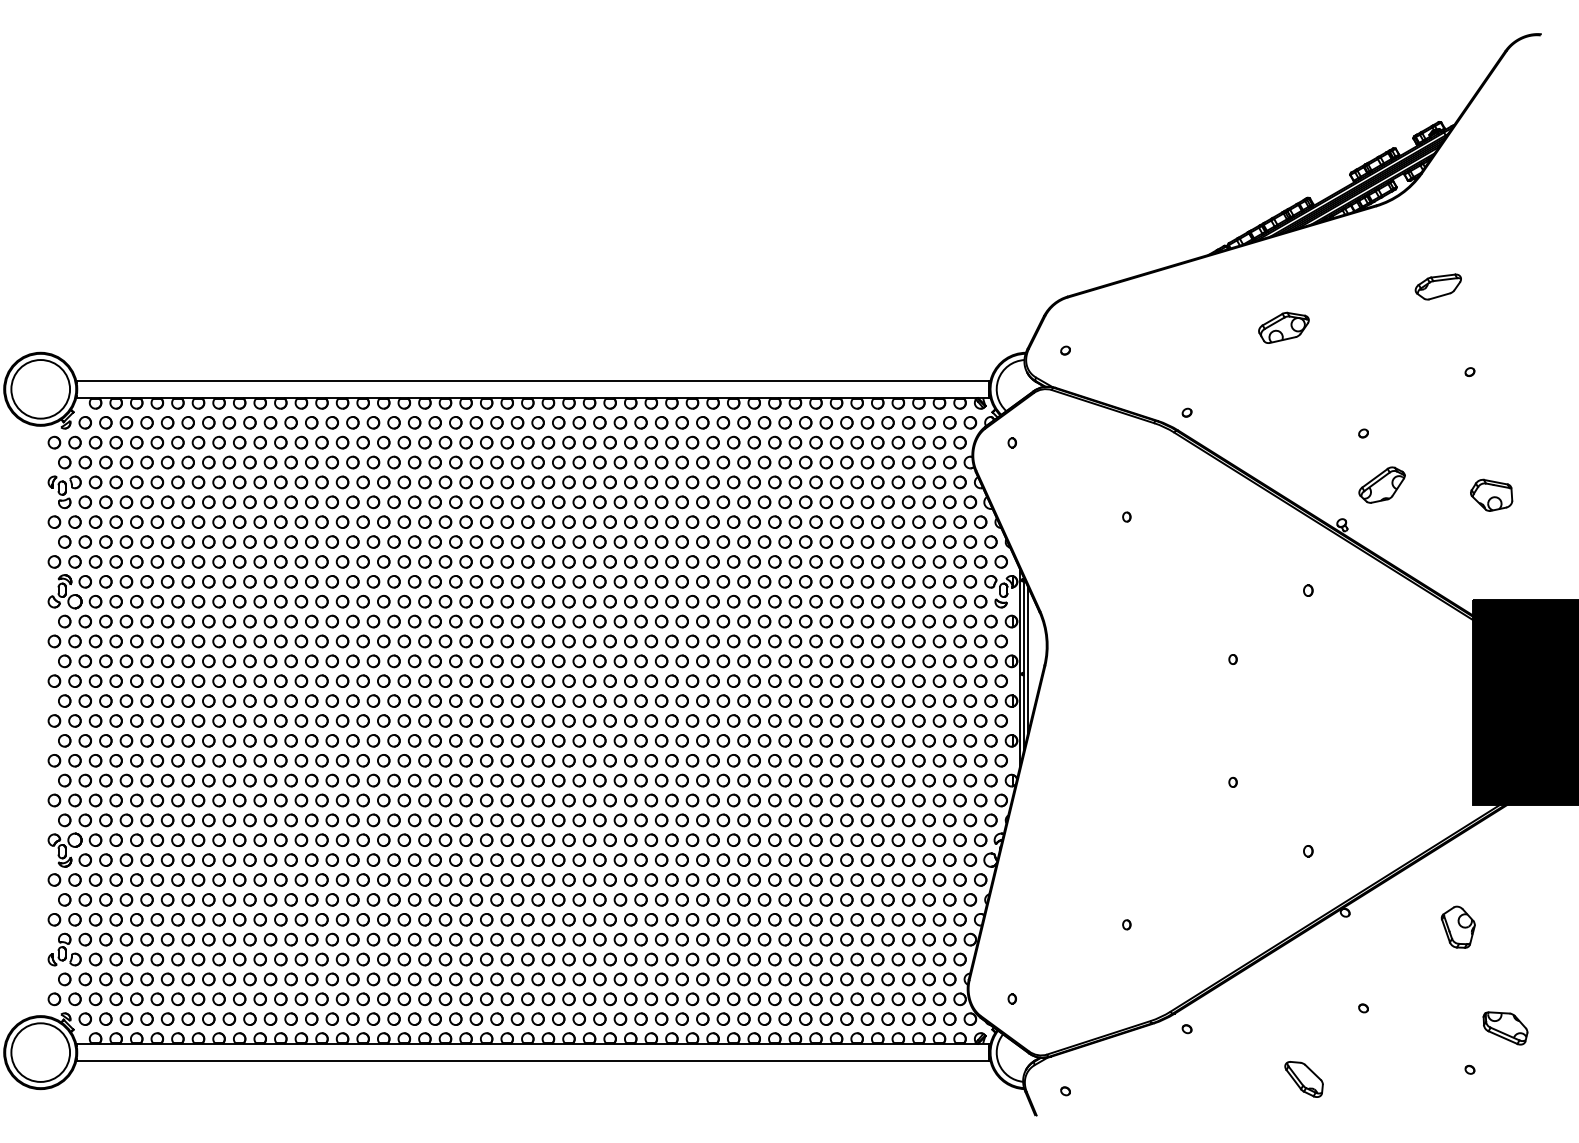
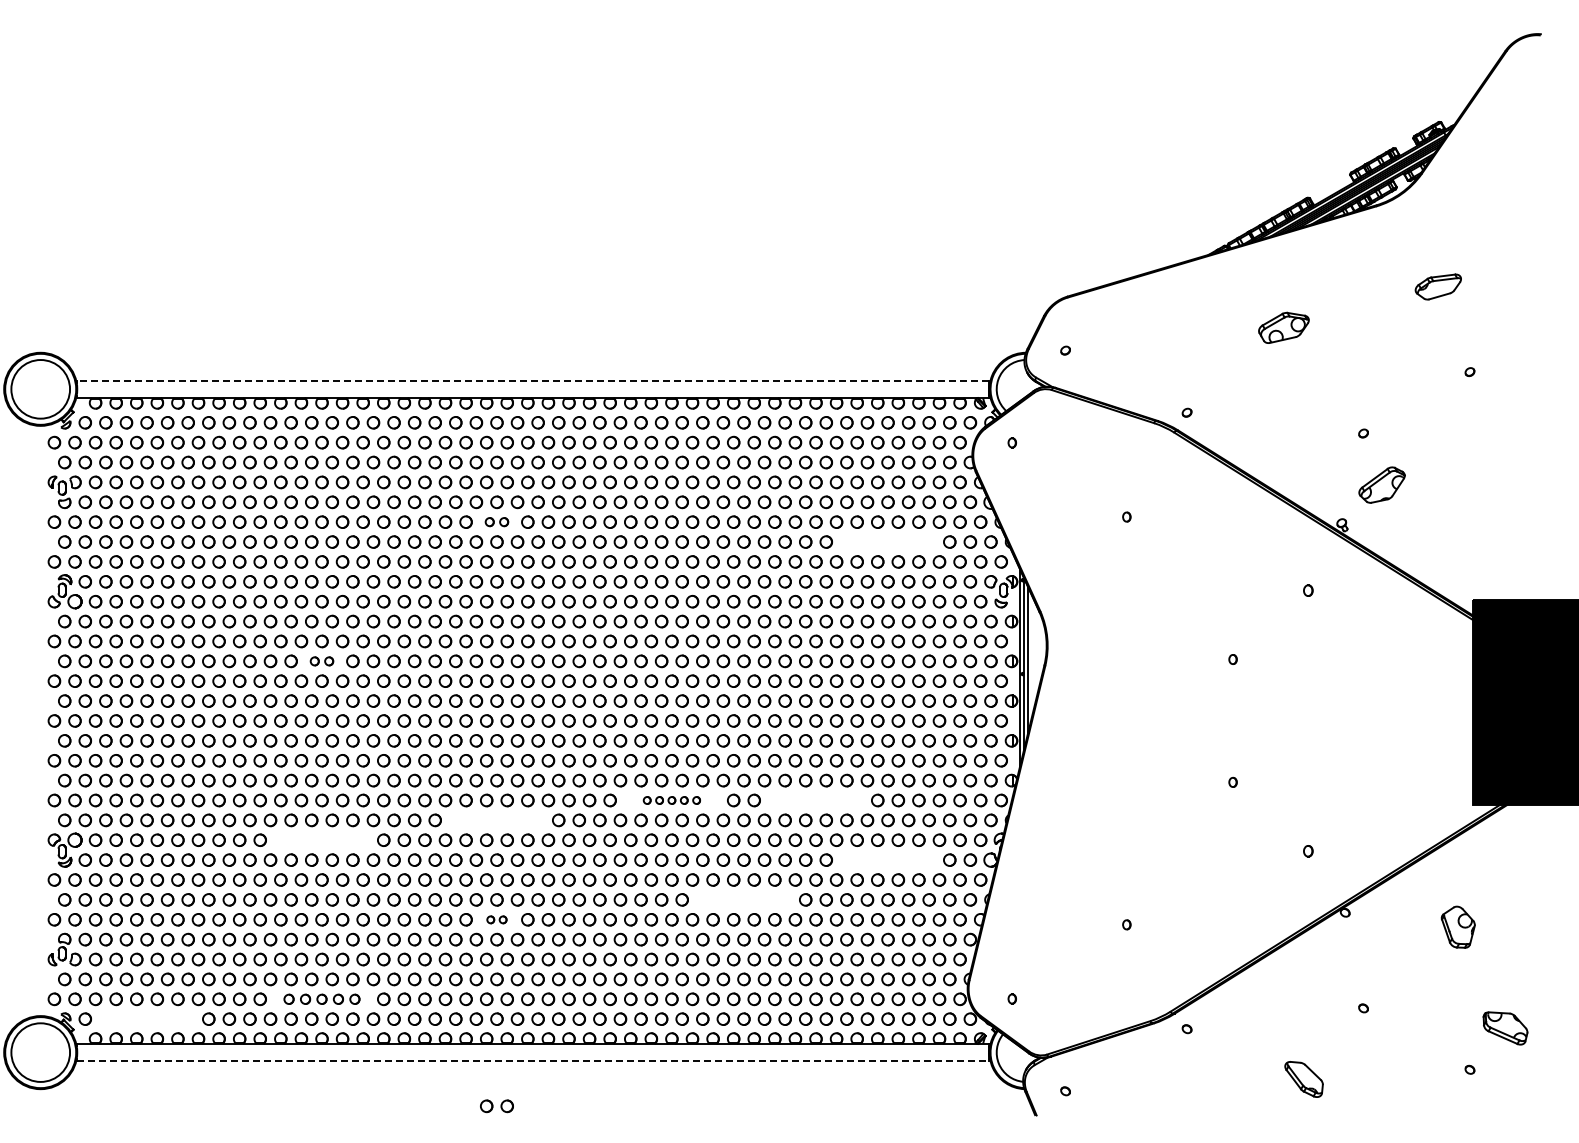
line at (532, 380): solid -> dashed
part at (1491, 494): present -> none
part at (496, 521) size: 34x14 px -> 26x11 px
part at (887, 541): present -> none
part at (321, 661) size: 34x15 px -> 26x11 px
part at (671, 800) size: 96x15 px -> 59x9 px
part at (815, 800): present -> none
part at (496, 820): present -> none
part at (321, 839): present -> none
part at (887, 859): present -> none
part at (743, 899): present -> none
part at (496, 919) size: 34x14 px -> 22x10 px
part at (321, 999) size: 96x15 px -> 78x12 px
part at (146, 1018): present -> none
line at (533, 1061): solid -> dashed
part at (496, 1106): none -> present
